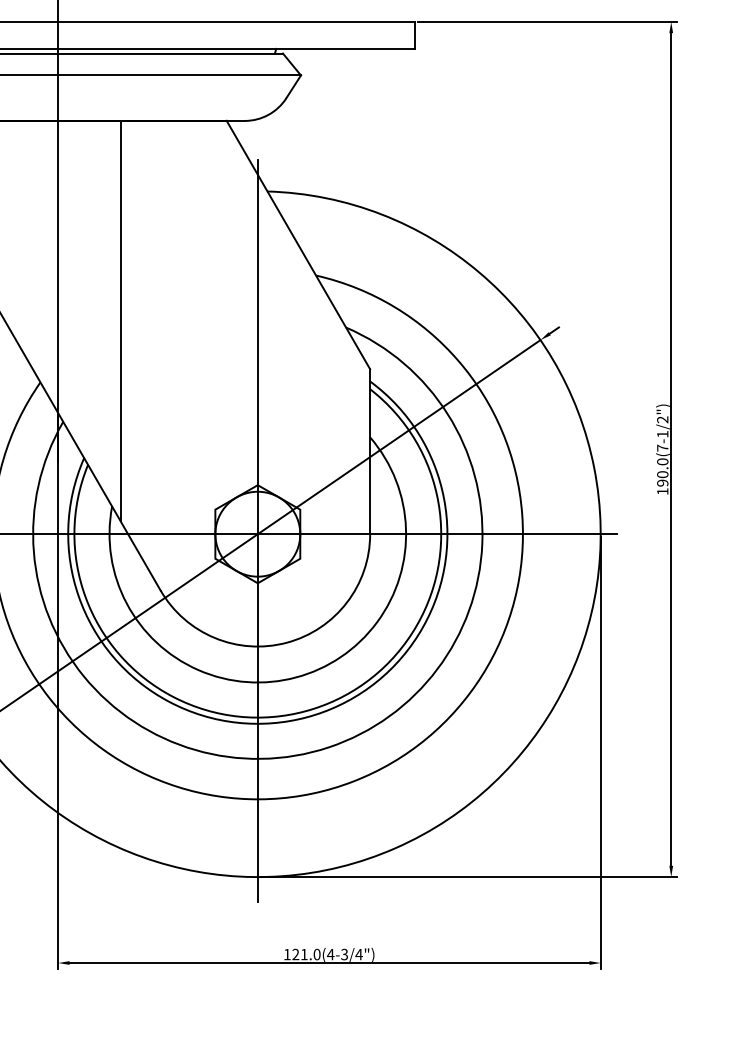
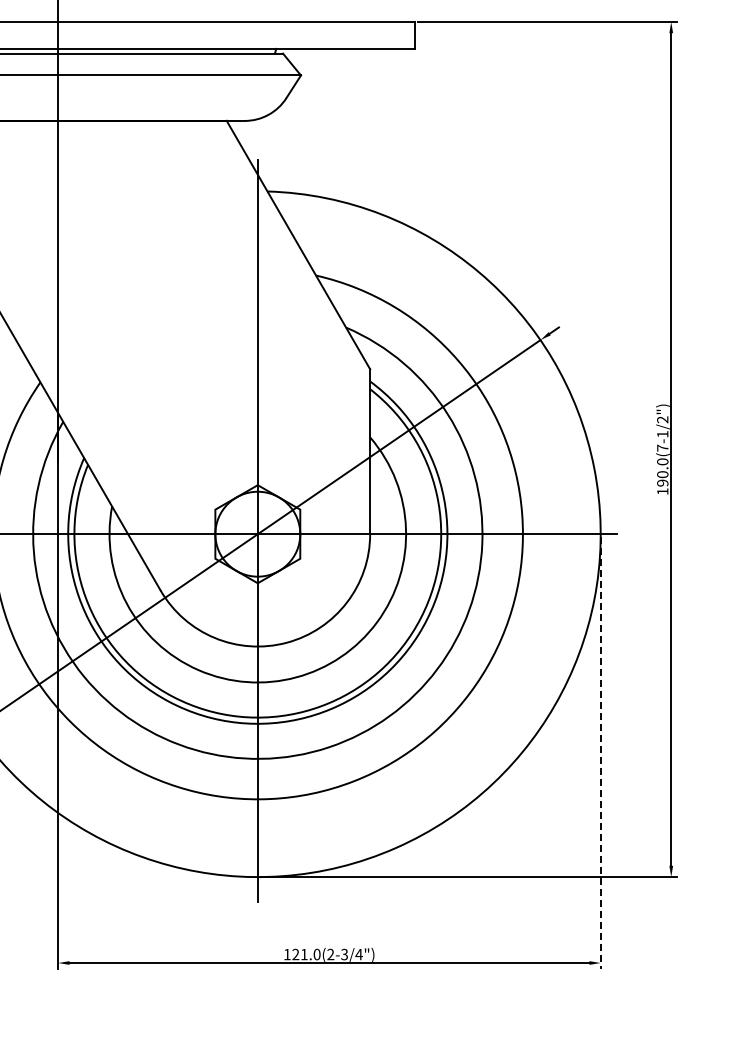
line at (120, 320): present -> none
line at (600, 752): solid -> dashed
text at (330, 954): 121.0(4-3/4") -> 121.0(2-3/4")
